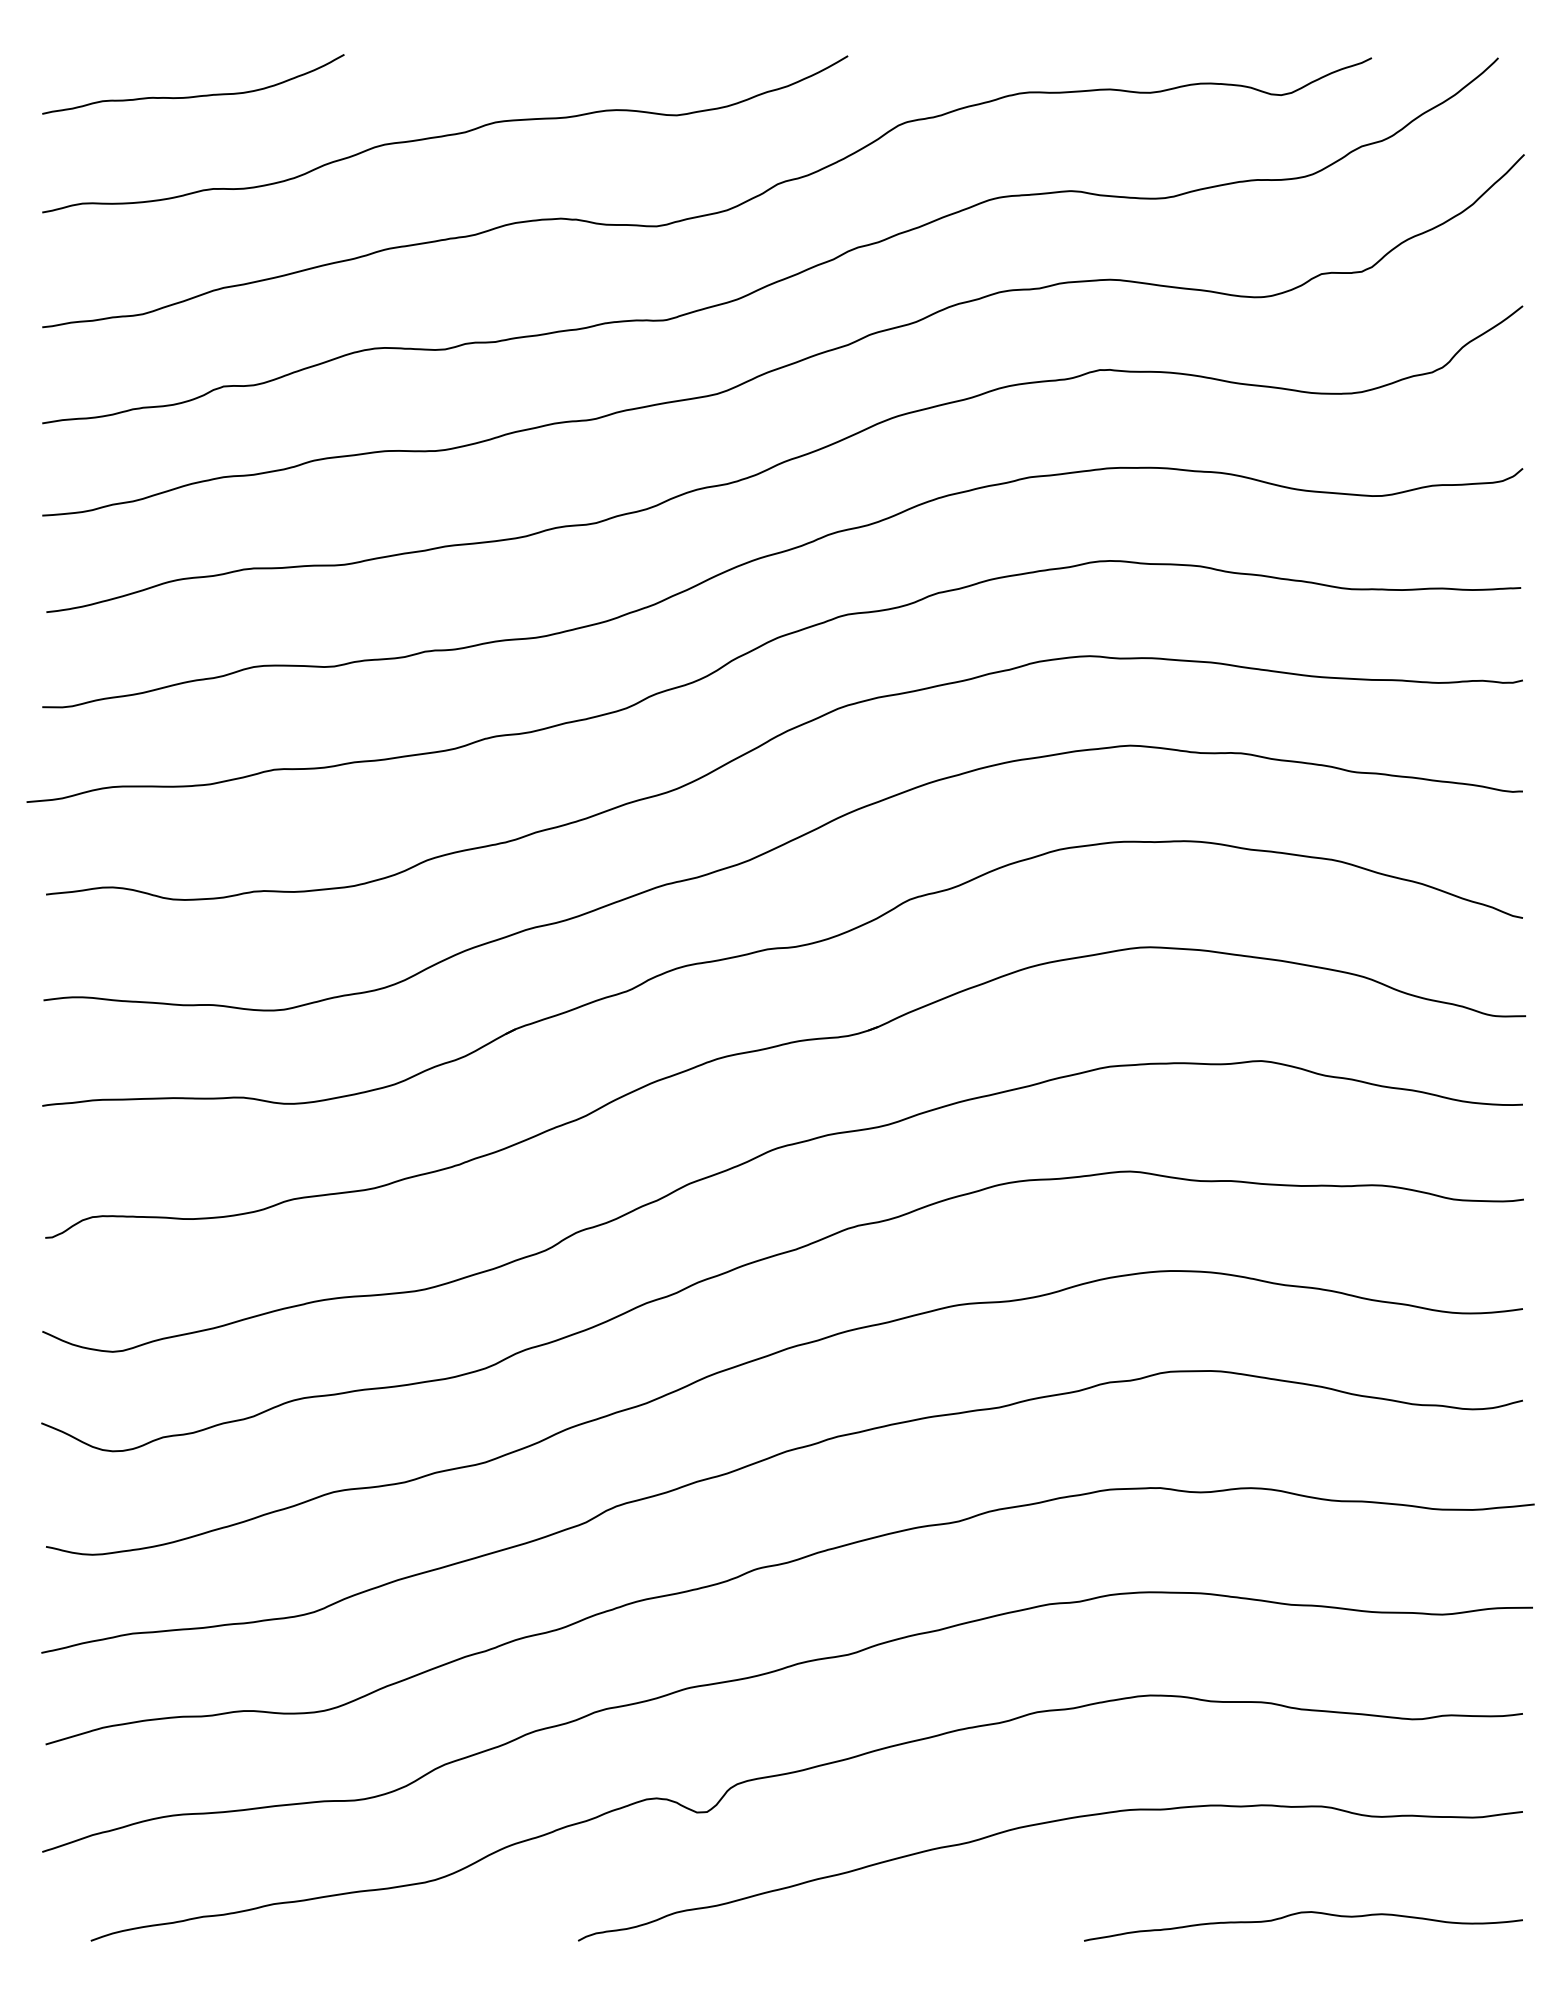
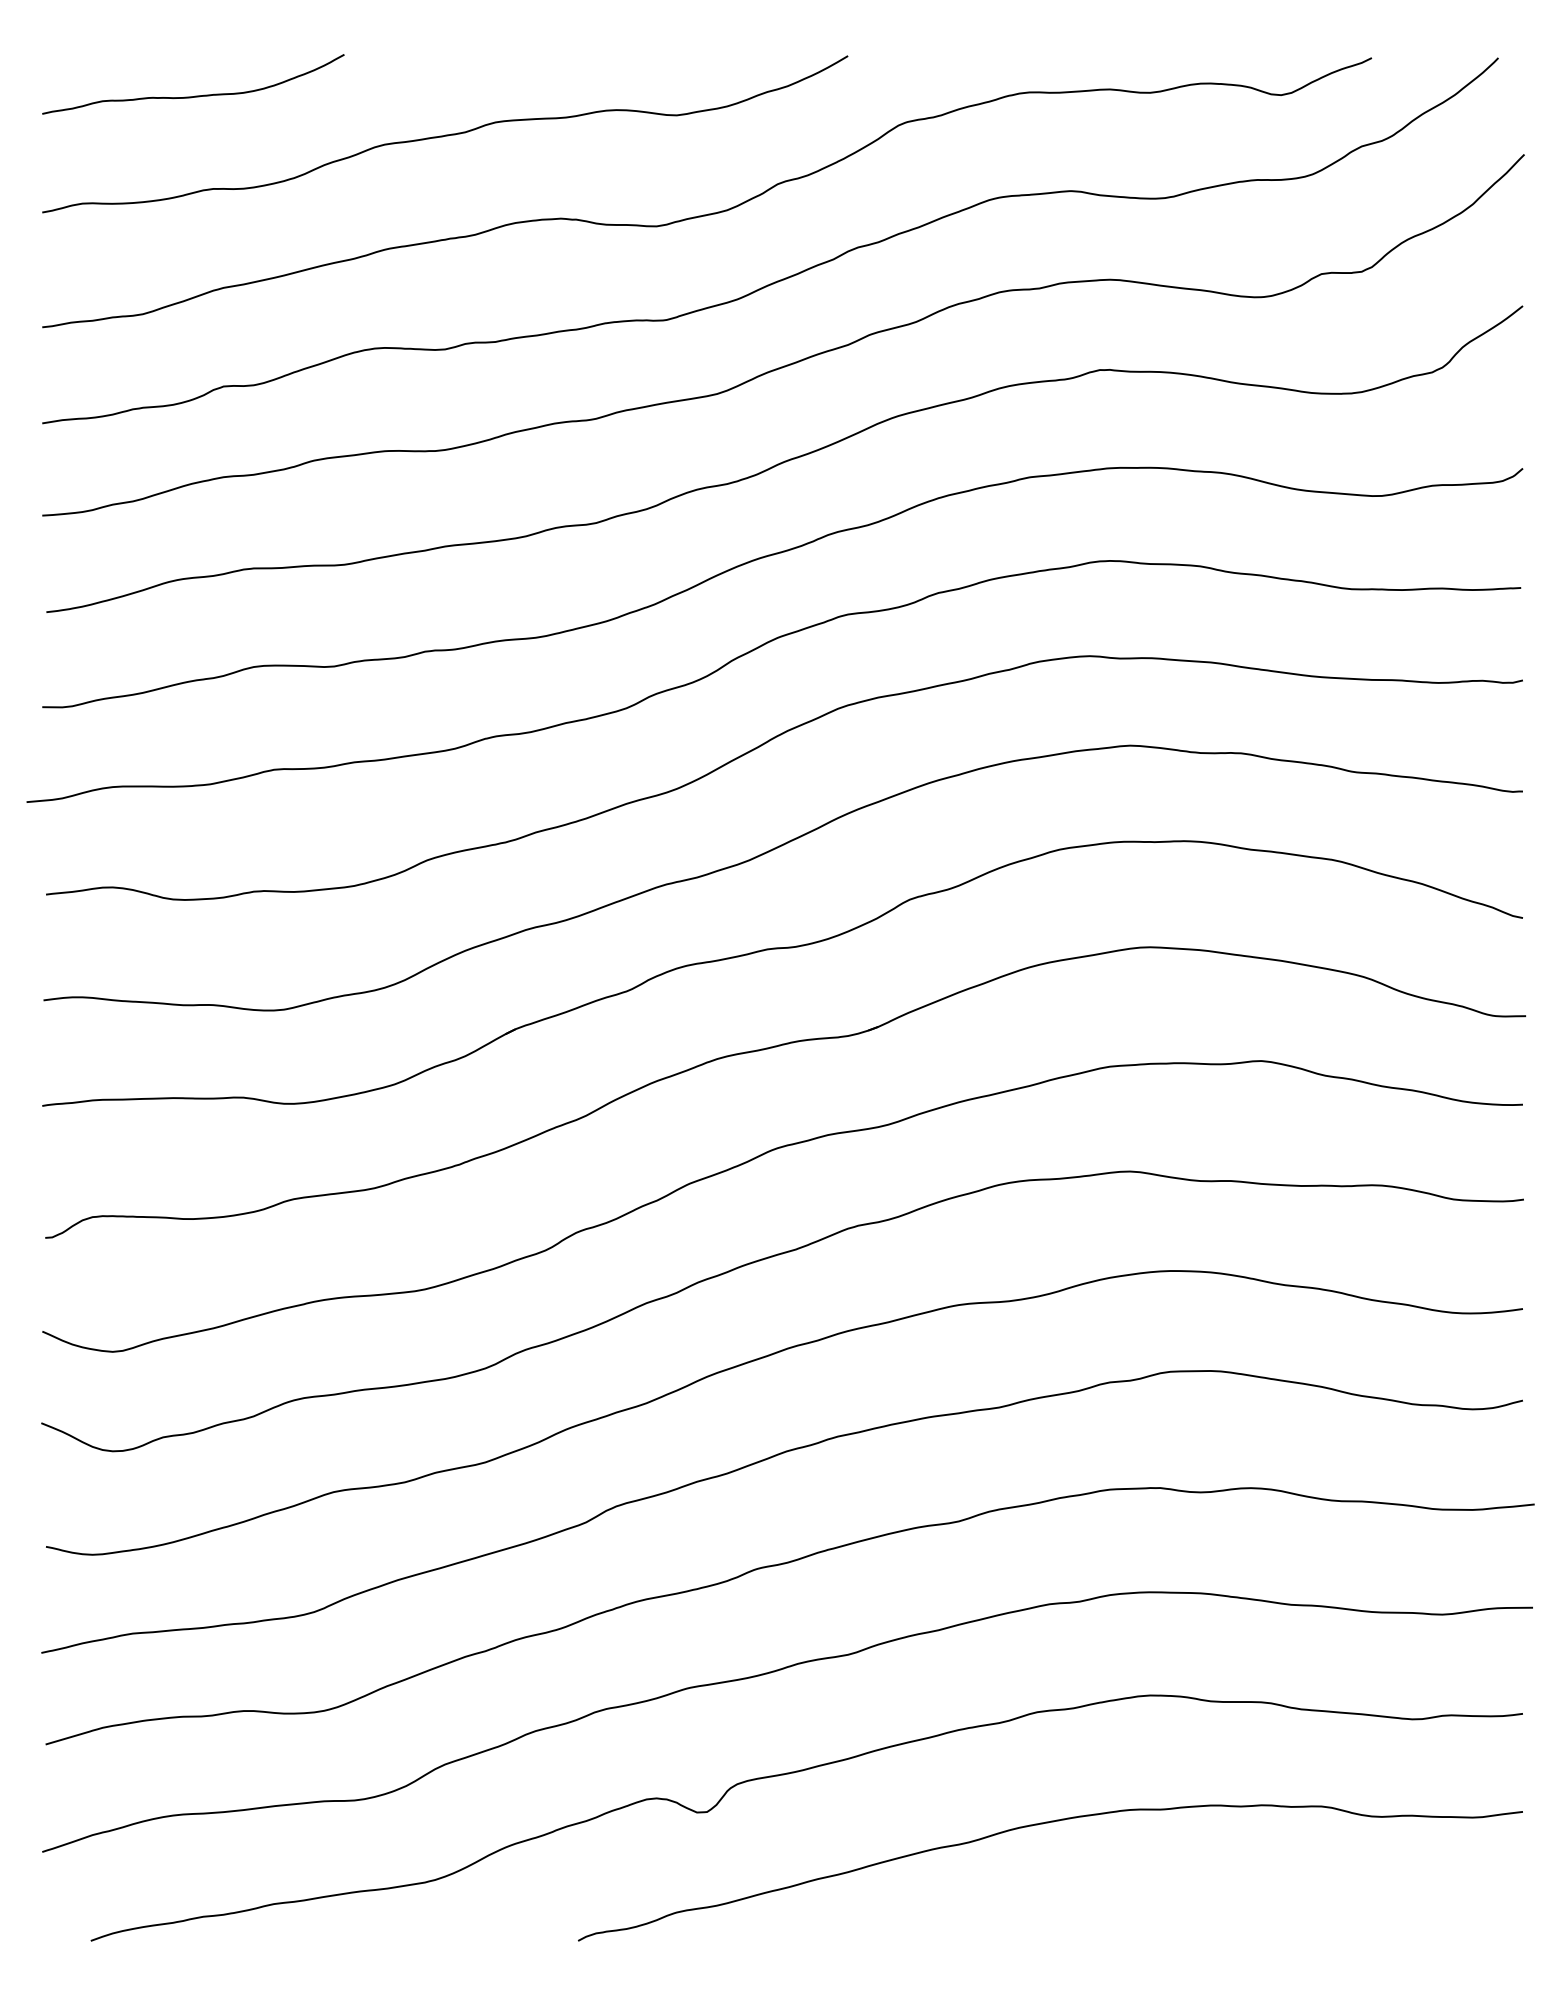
curve at (1303, 1913): present -> none
